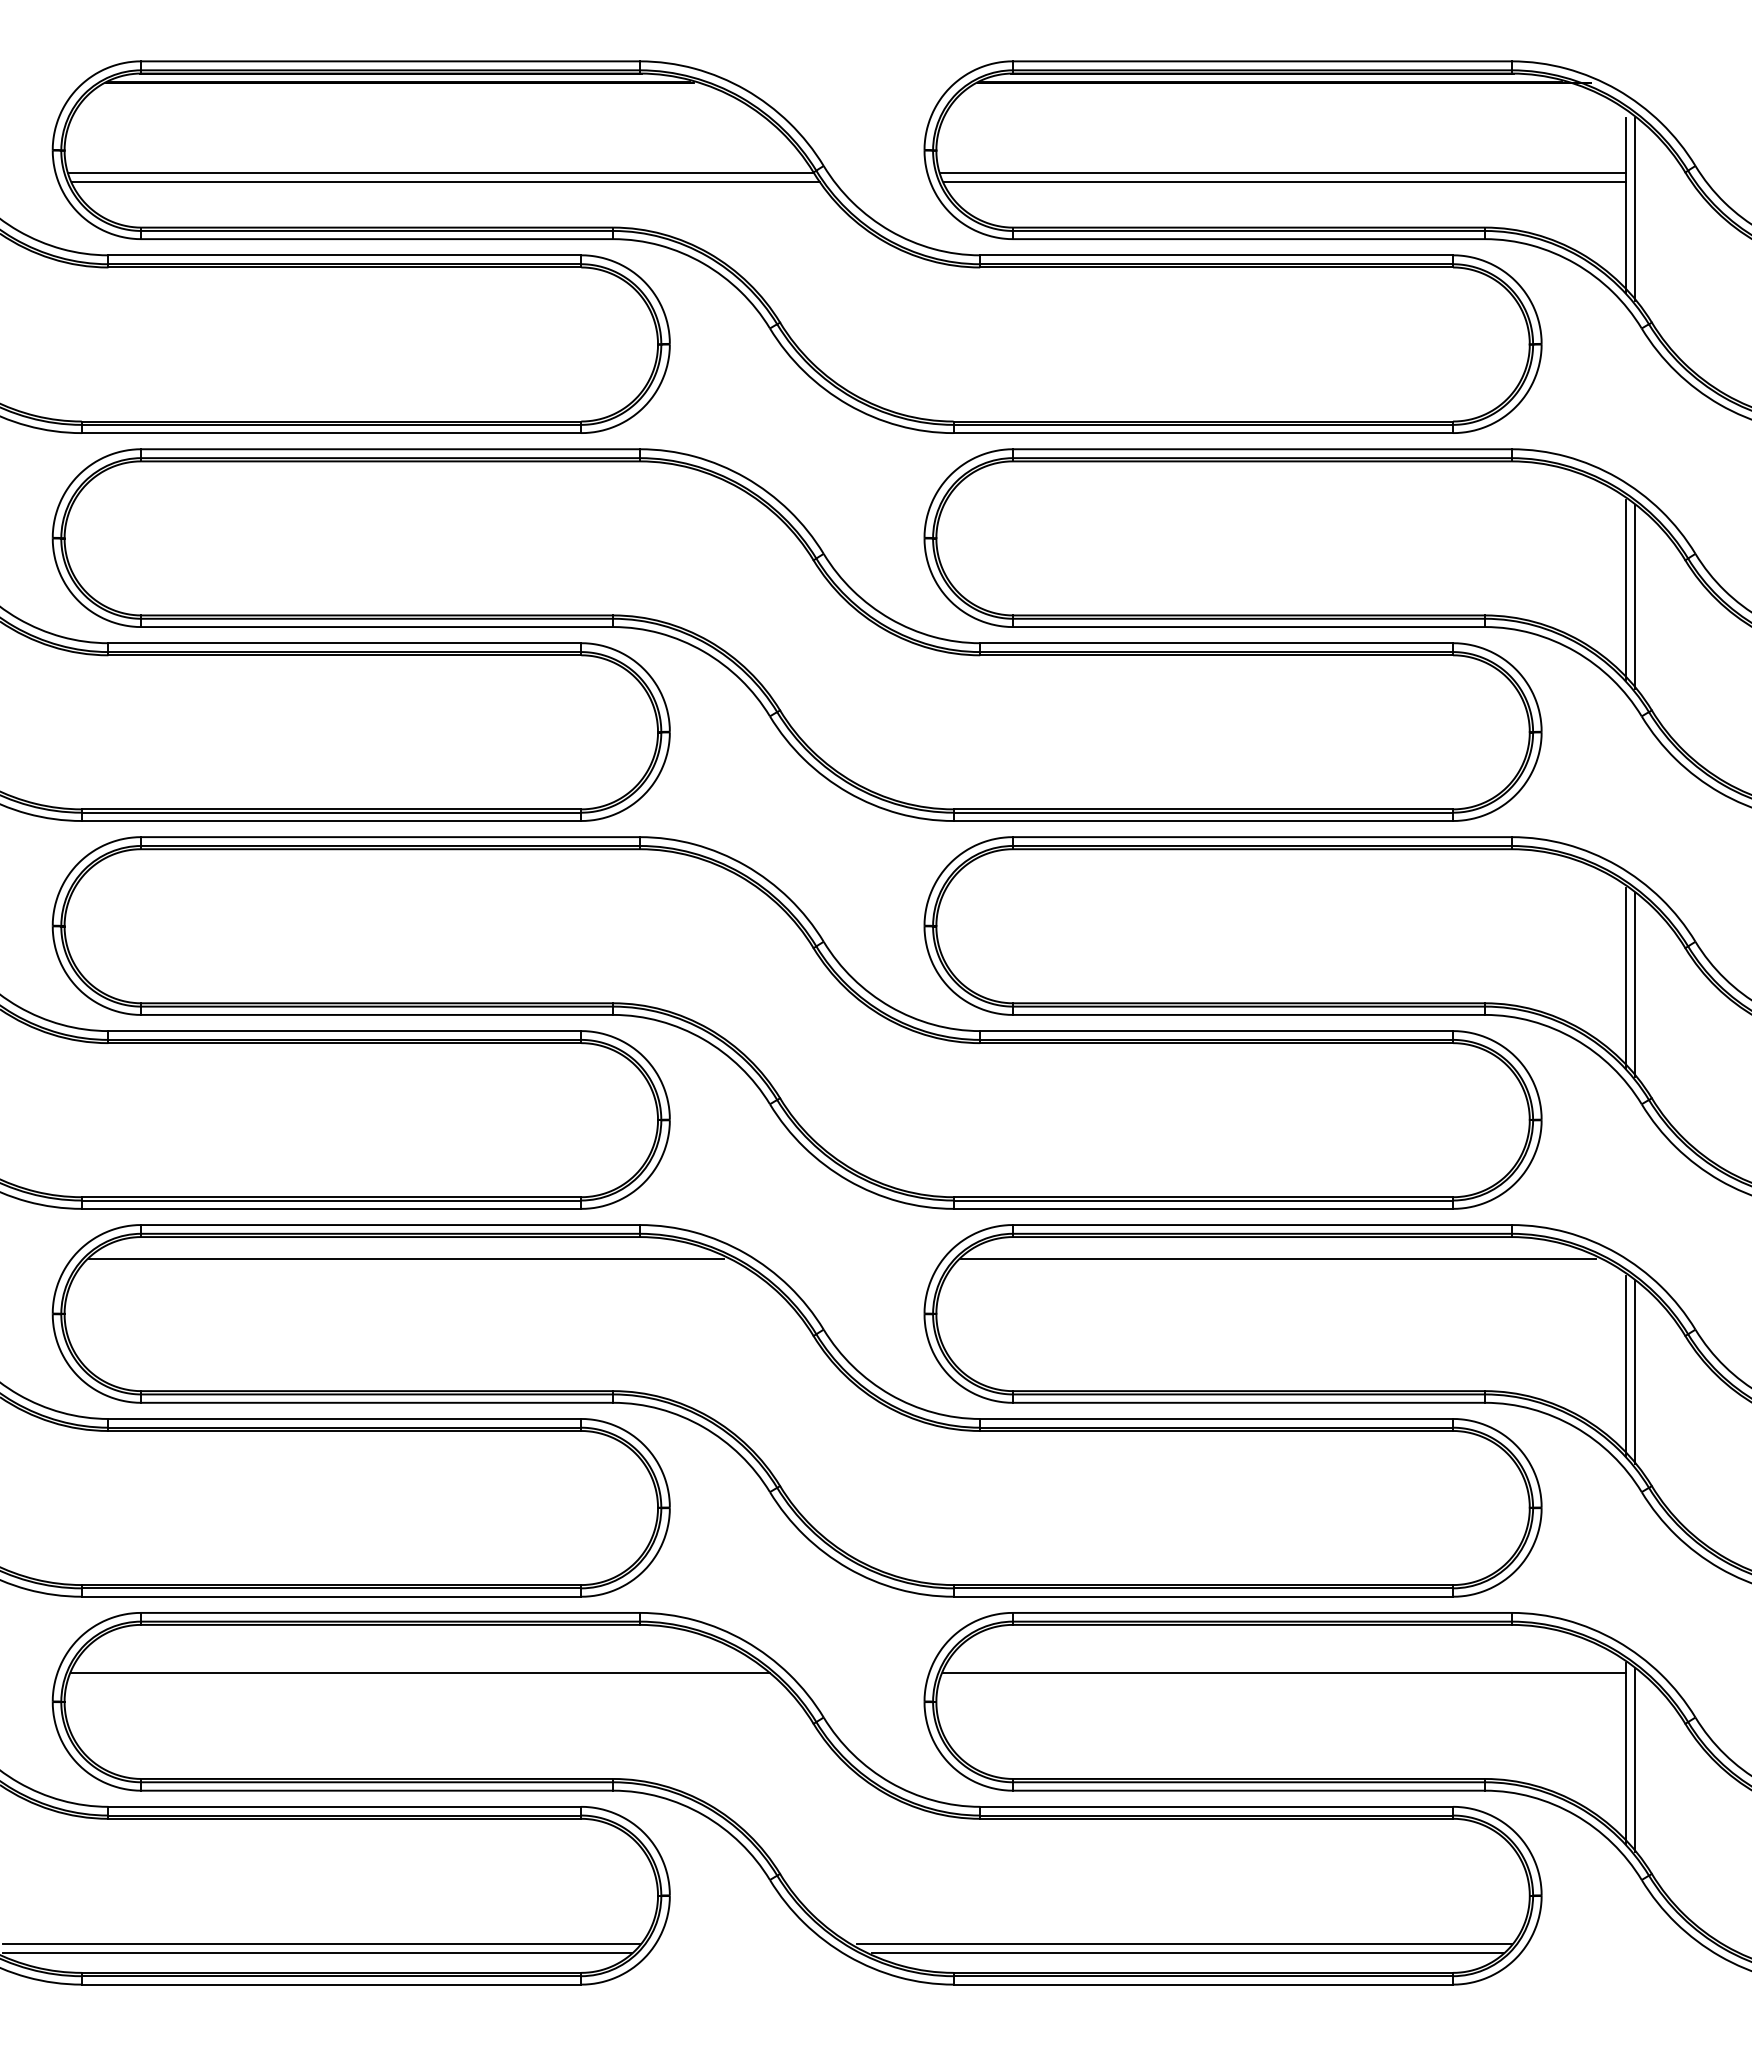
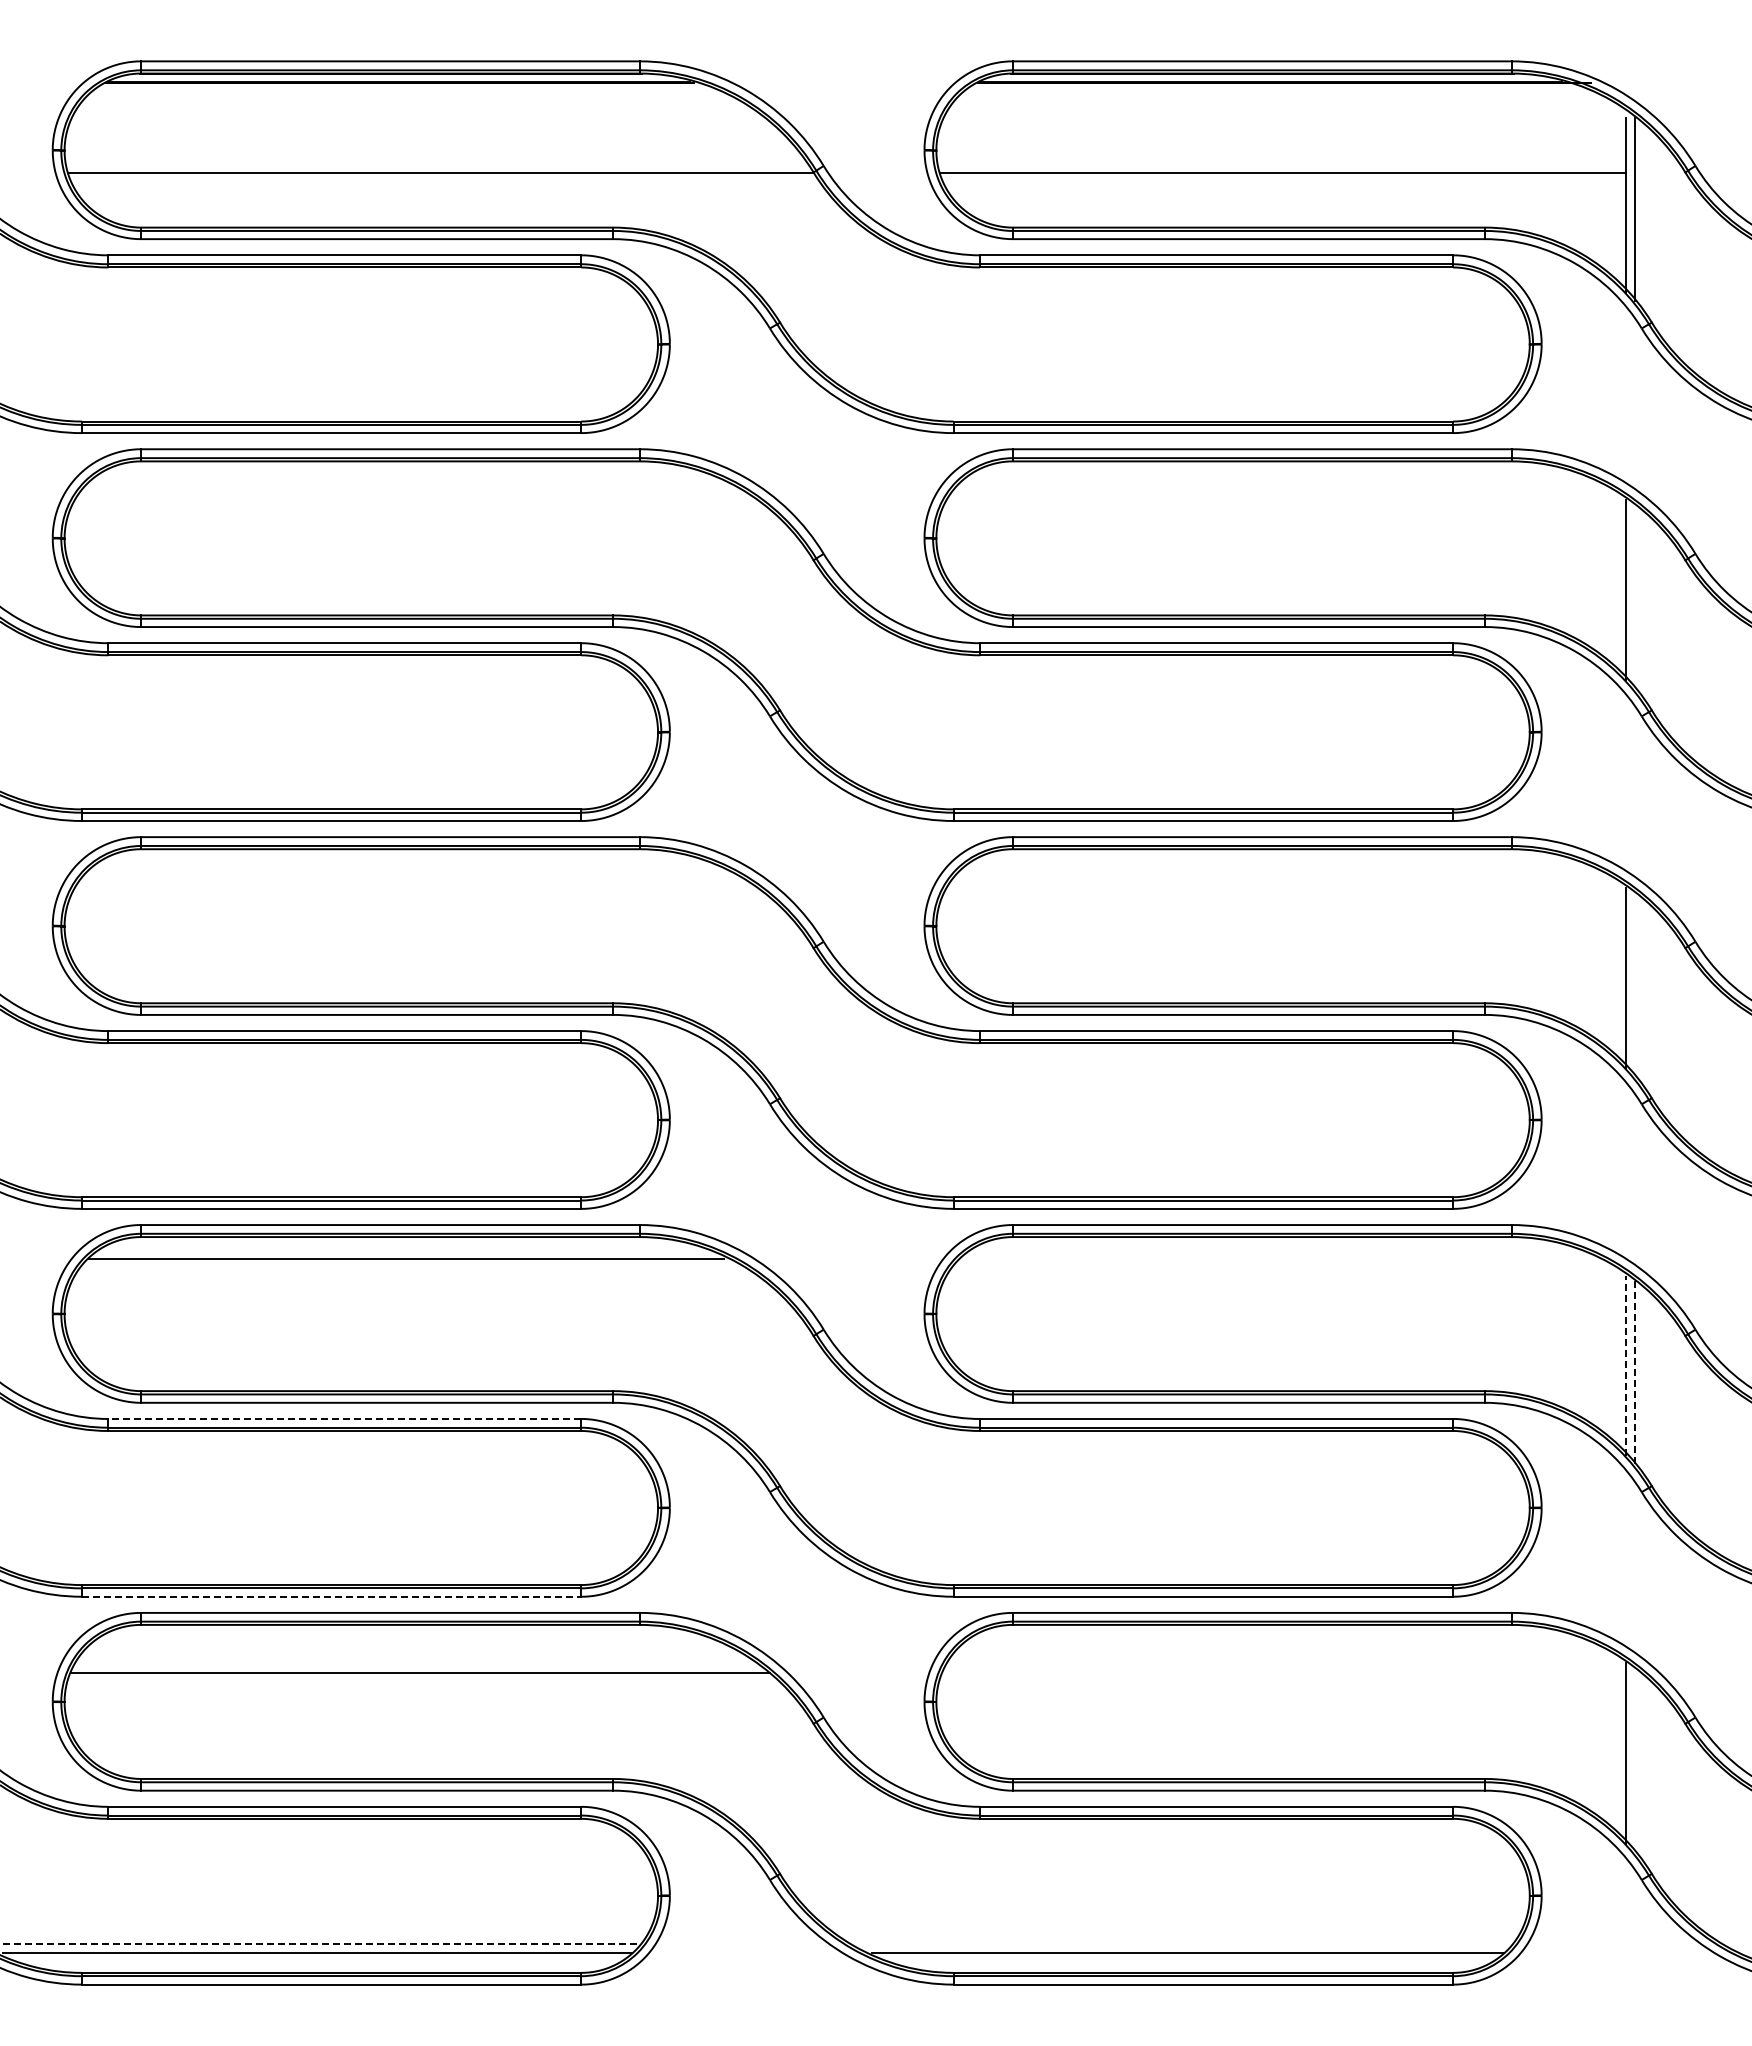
line at (445, 182): present -> none
line at (1284, 182): present -> none
line at (1634, 596): present -> none
line at (1634, 984): present -> none
line at (1278, 1258): present -> none
line at (1625, 1365): solid -> dashed
line at (1634, 1372): solid -> dashed
line at (344, 1418): solid -> dashed
line at (331, 1596): solid -> dashed
line at (1284, 1673): present -> none
line at (1634, 1760): present -> none
line at (321, 1944): solid -> dashed
line at (1183, 1944): present -> none
